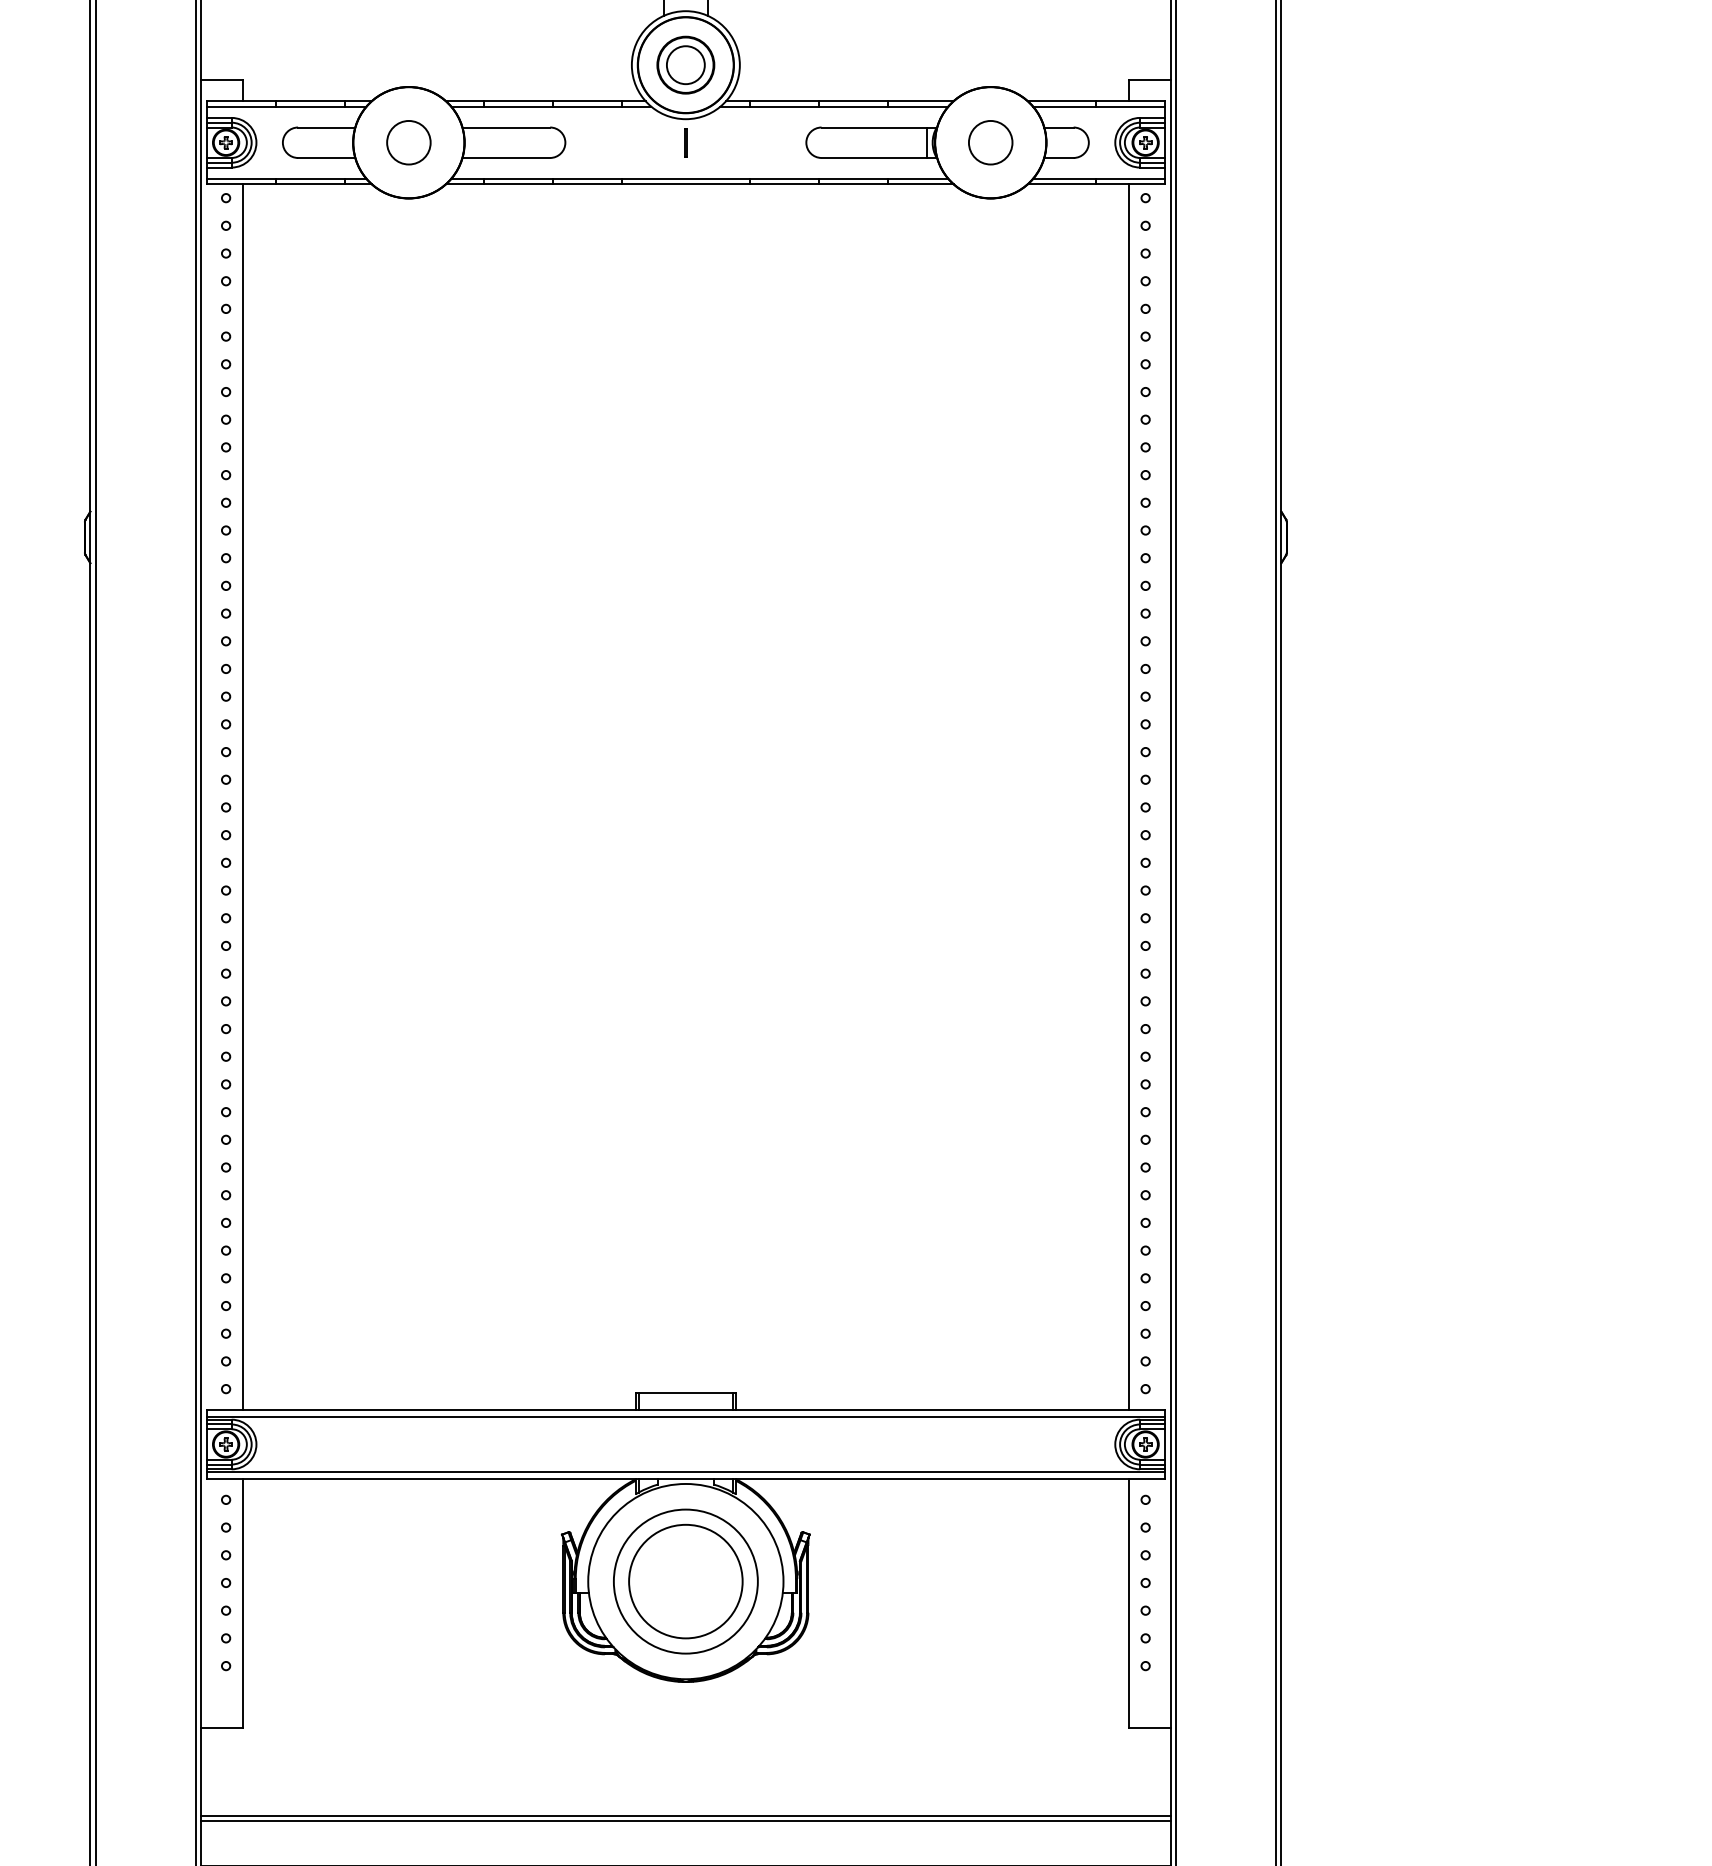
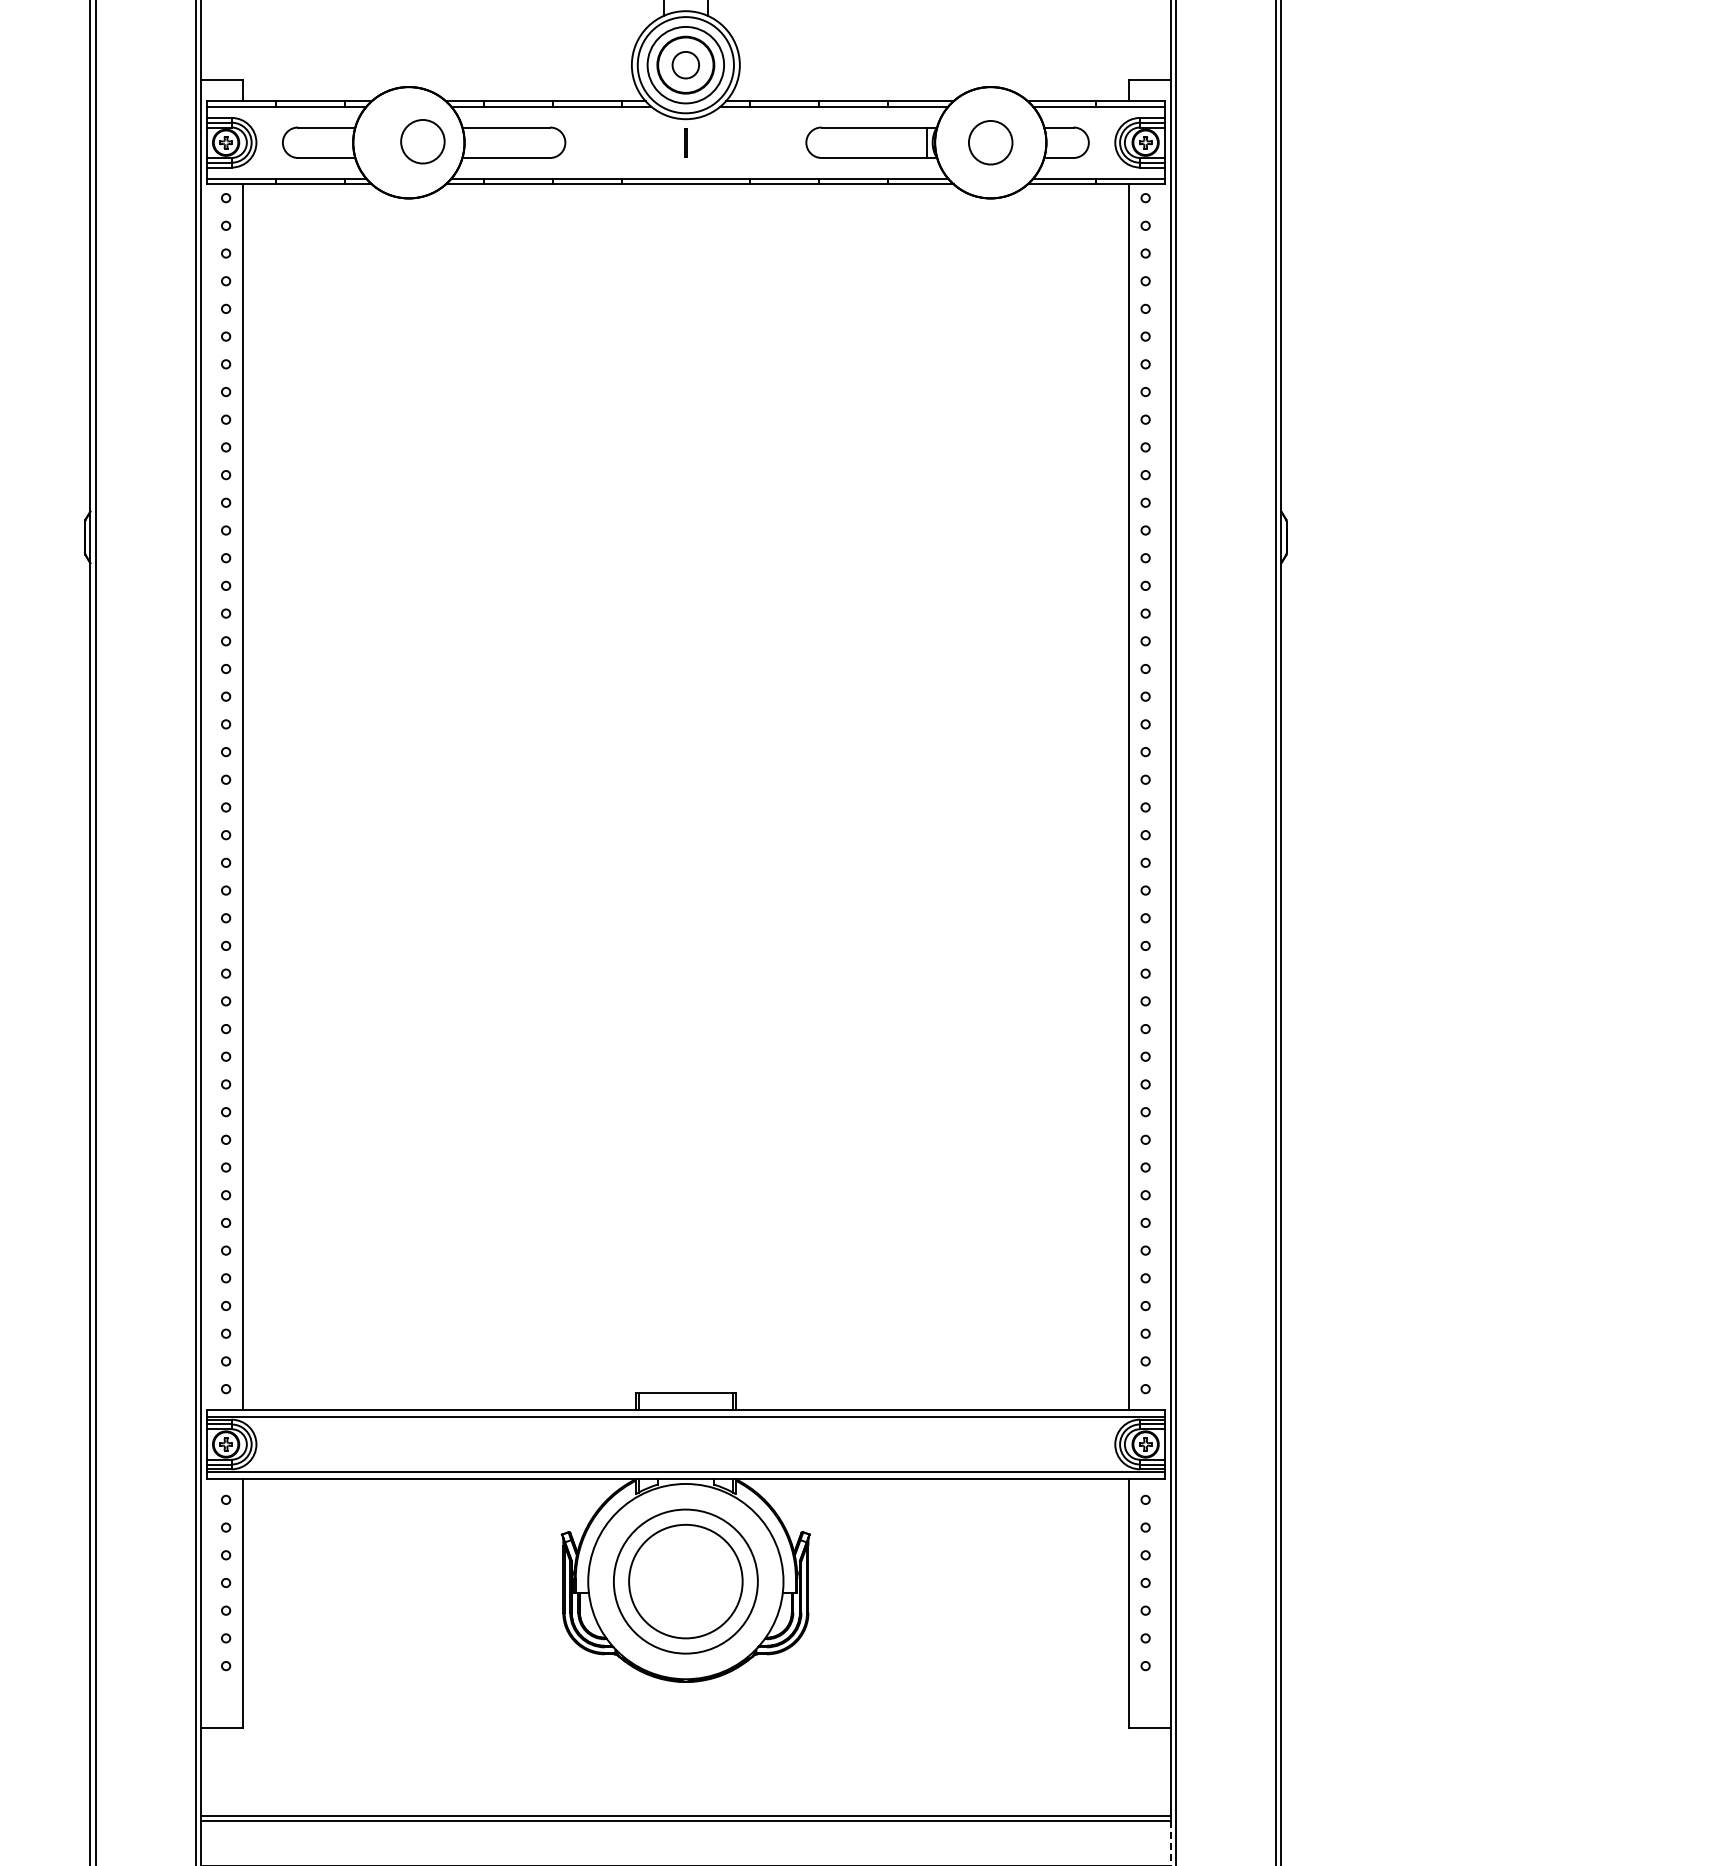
circle at (685, 65) diameter: 38 px -> 27 px
circle at (685, 65) diameter: 96 px -> 76 px
circle at (408, 142) position: (408, 142) -> (422, 141)
line at (1170, 1843): solid -> dashed
